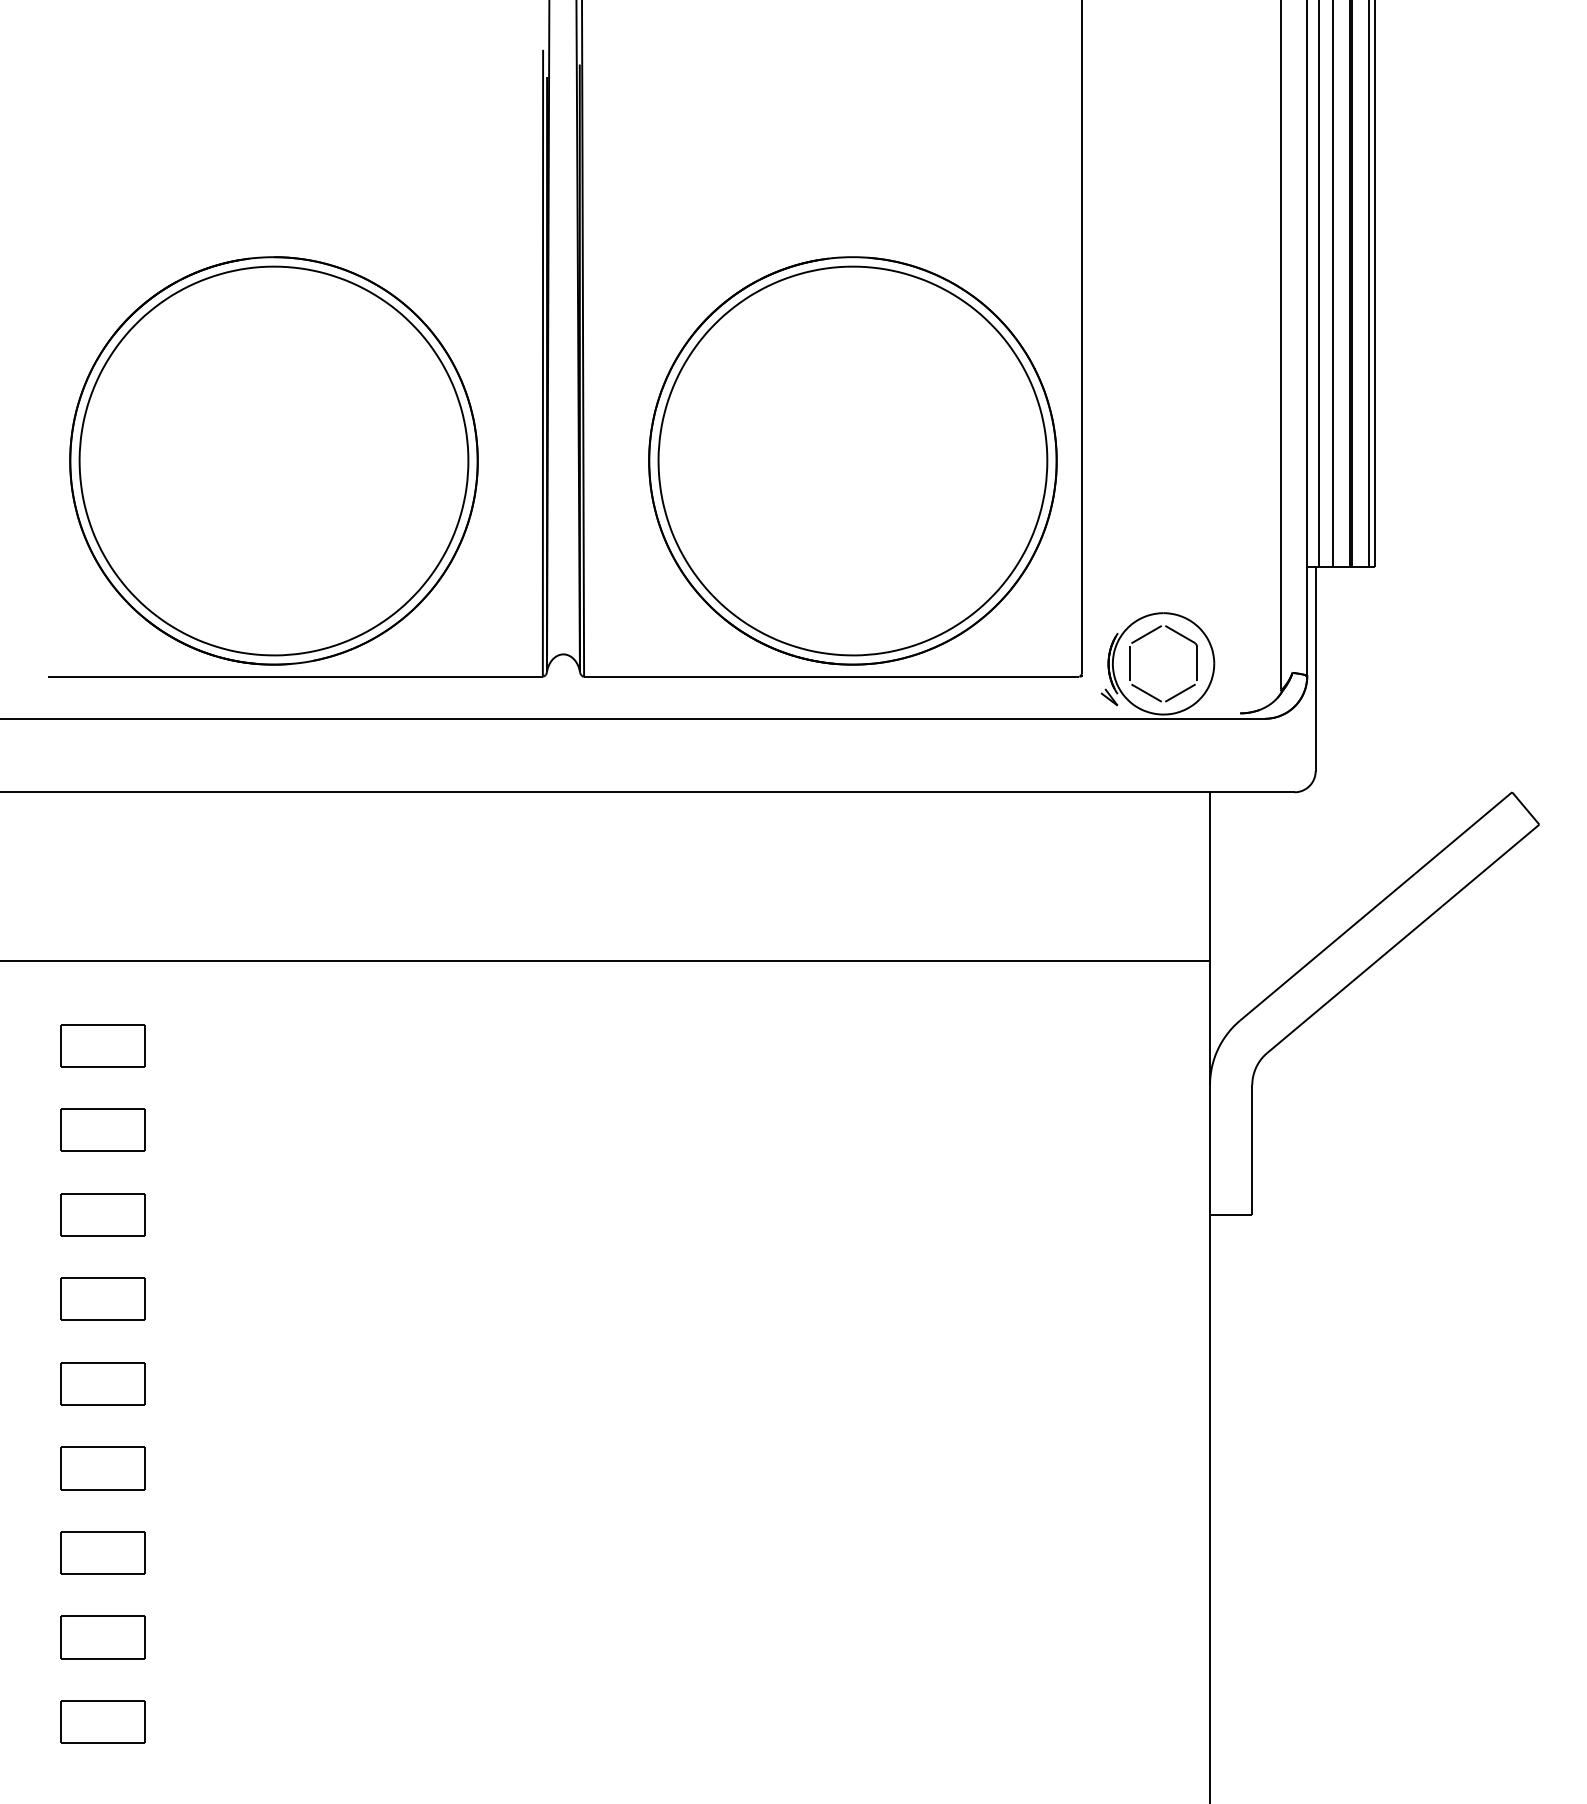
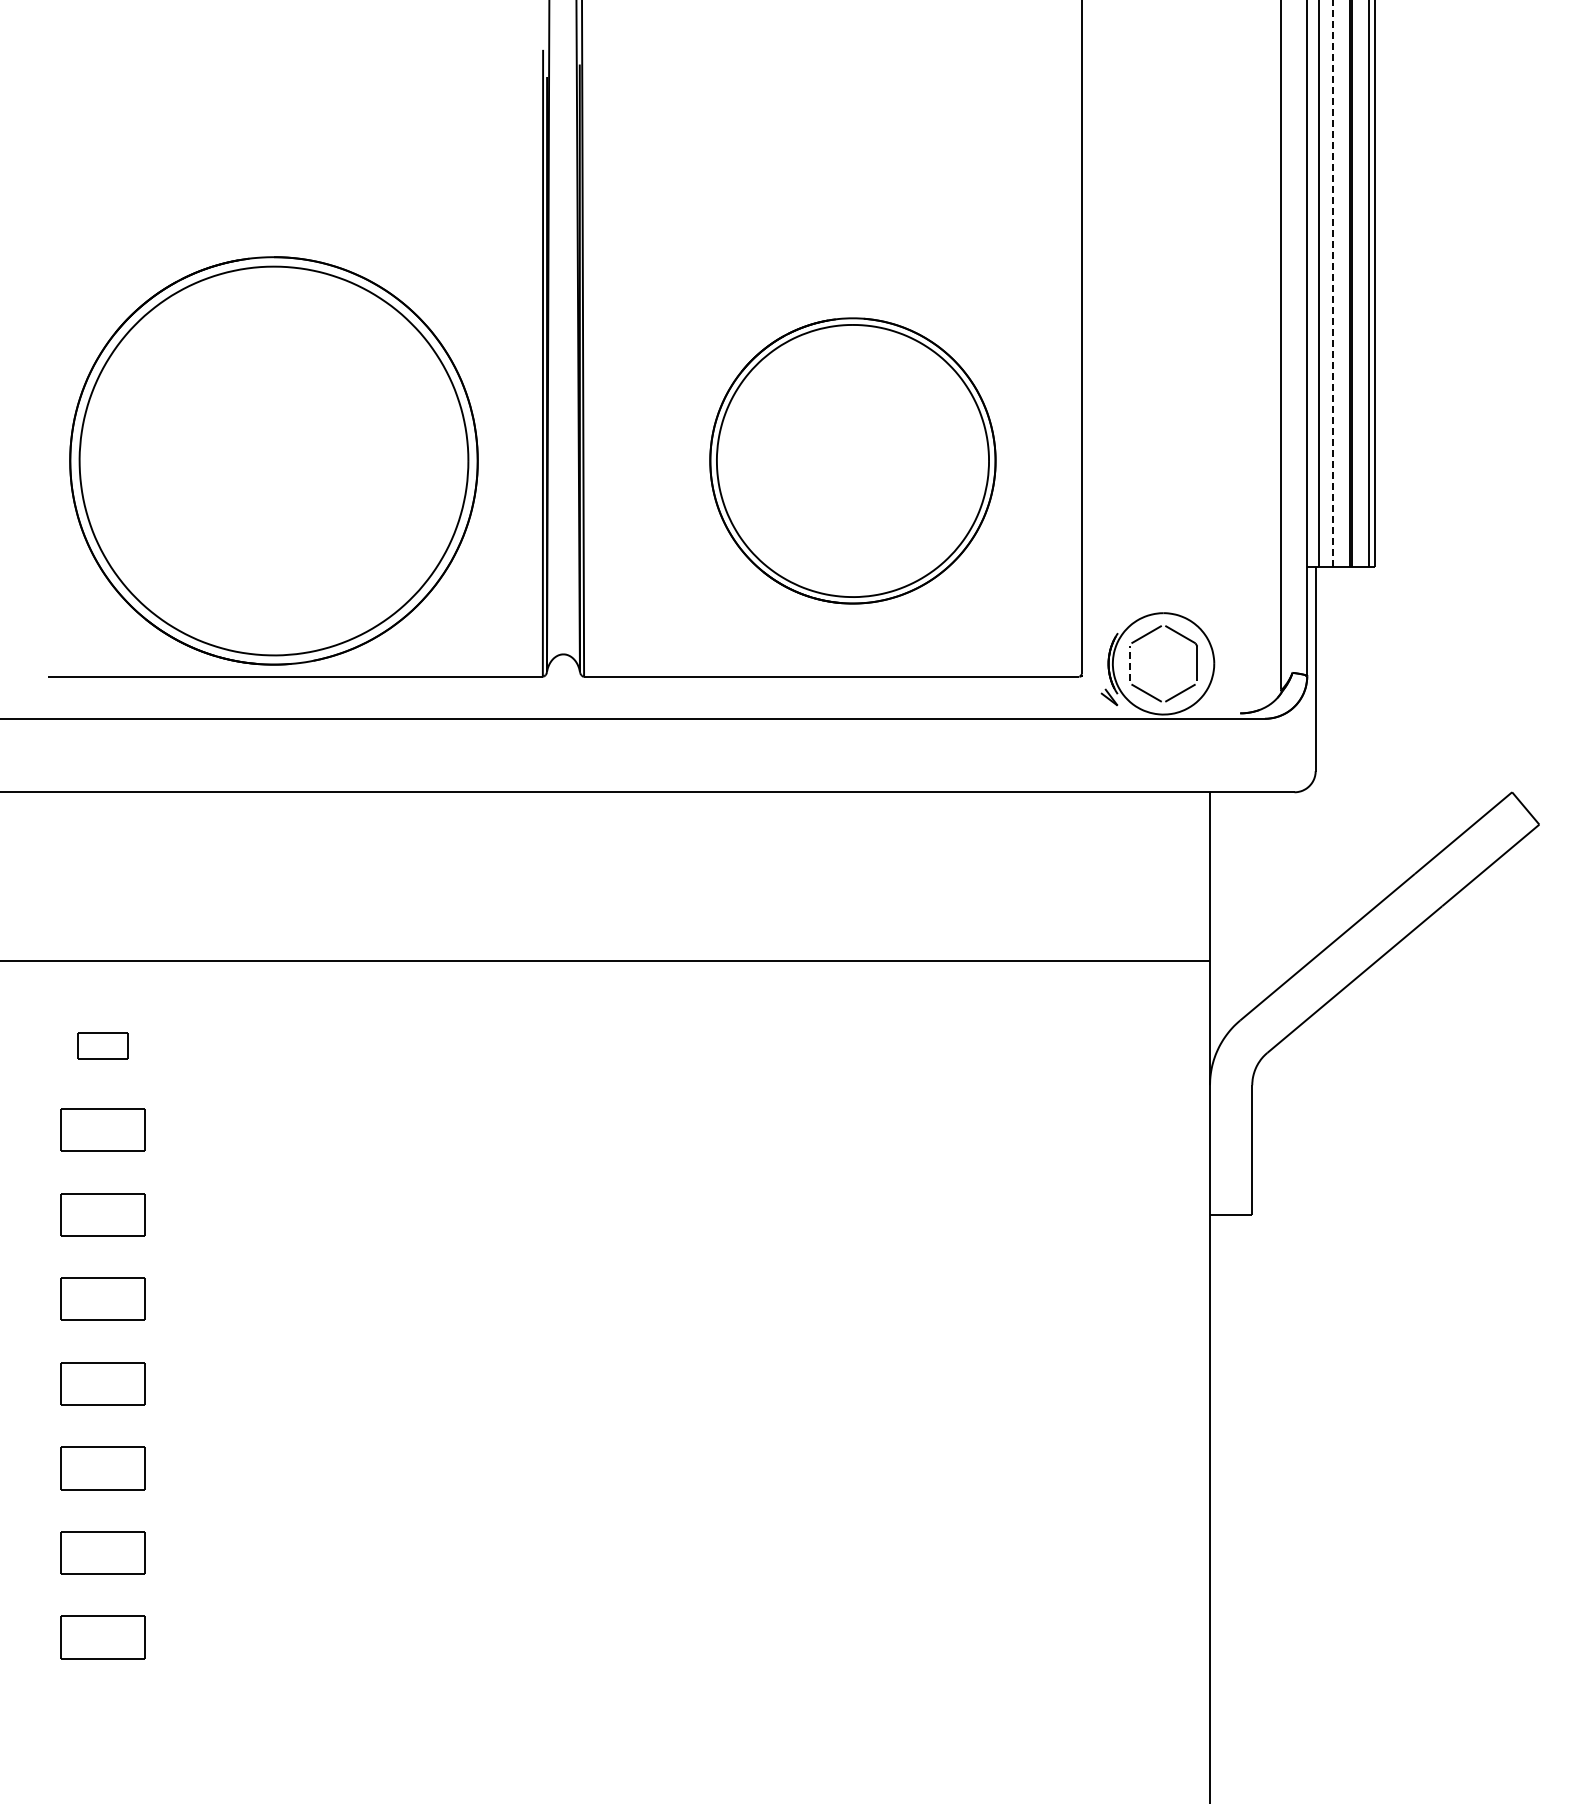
line at (1333, 283): solid -> dashed
part at (852, 460) size: 410x410 px -> 288x288 px
line at (1129, 663): solid -> dashed
part at (102, 1045) size: 86x44 px -> 52x28 px
part at (102, 1721): present -> none
